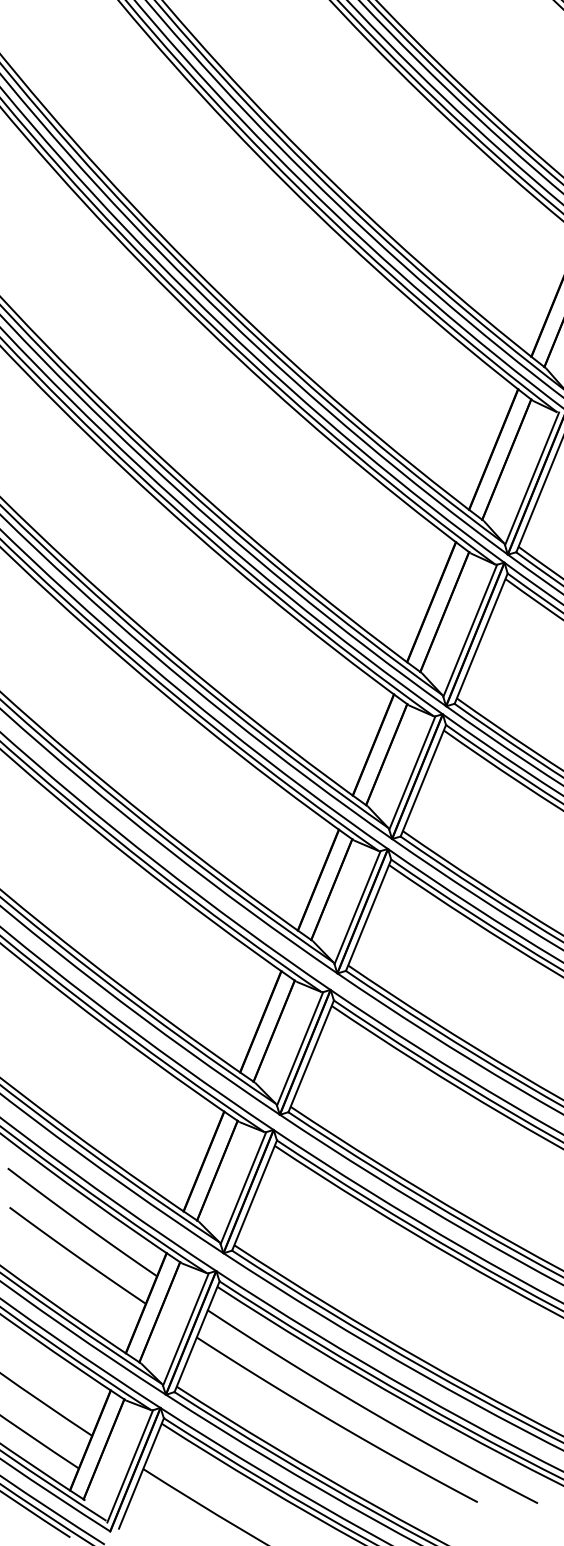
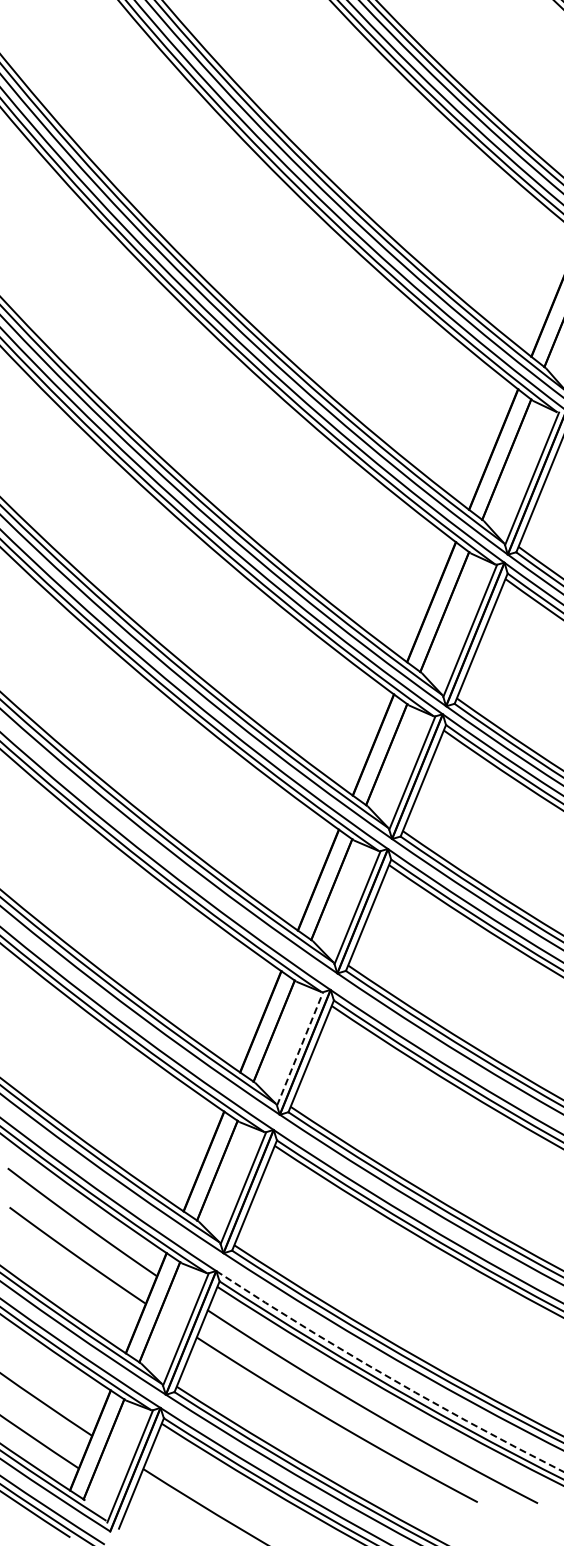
line at (300, 1048): solid -> dashed
arc at (387, 1376): solid -> dashed
